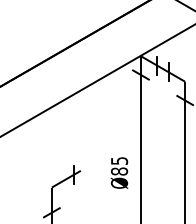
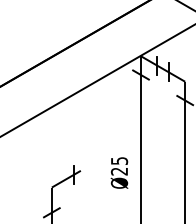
text at (119, 171): Ø85 -> Ø25
